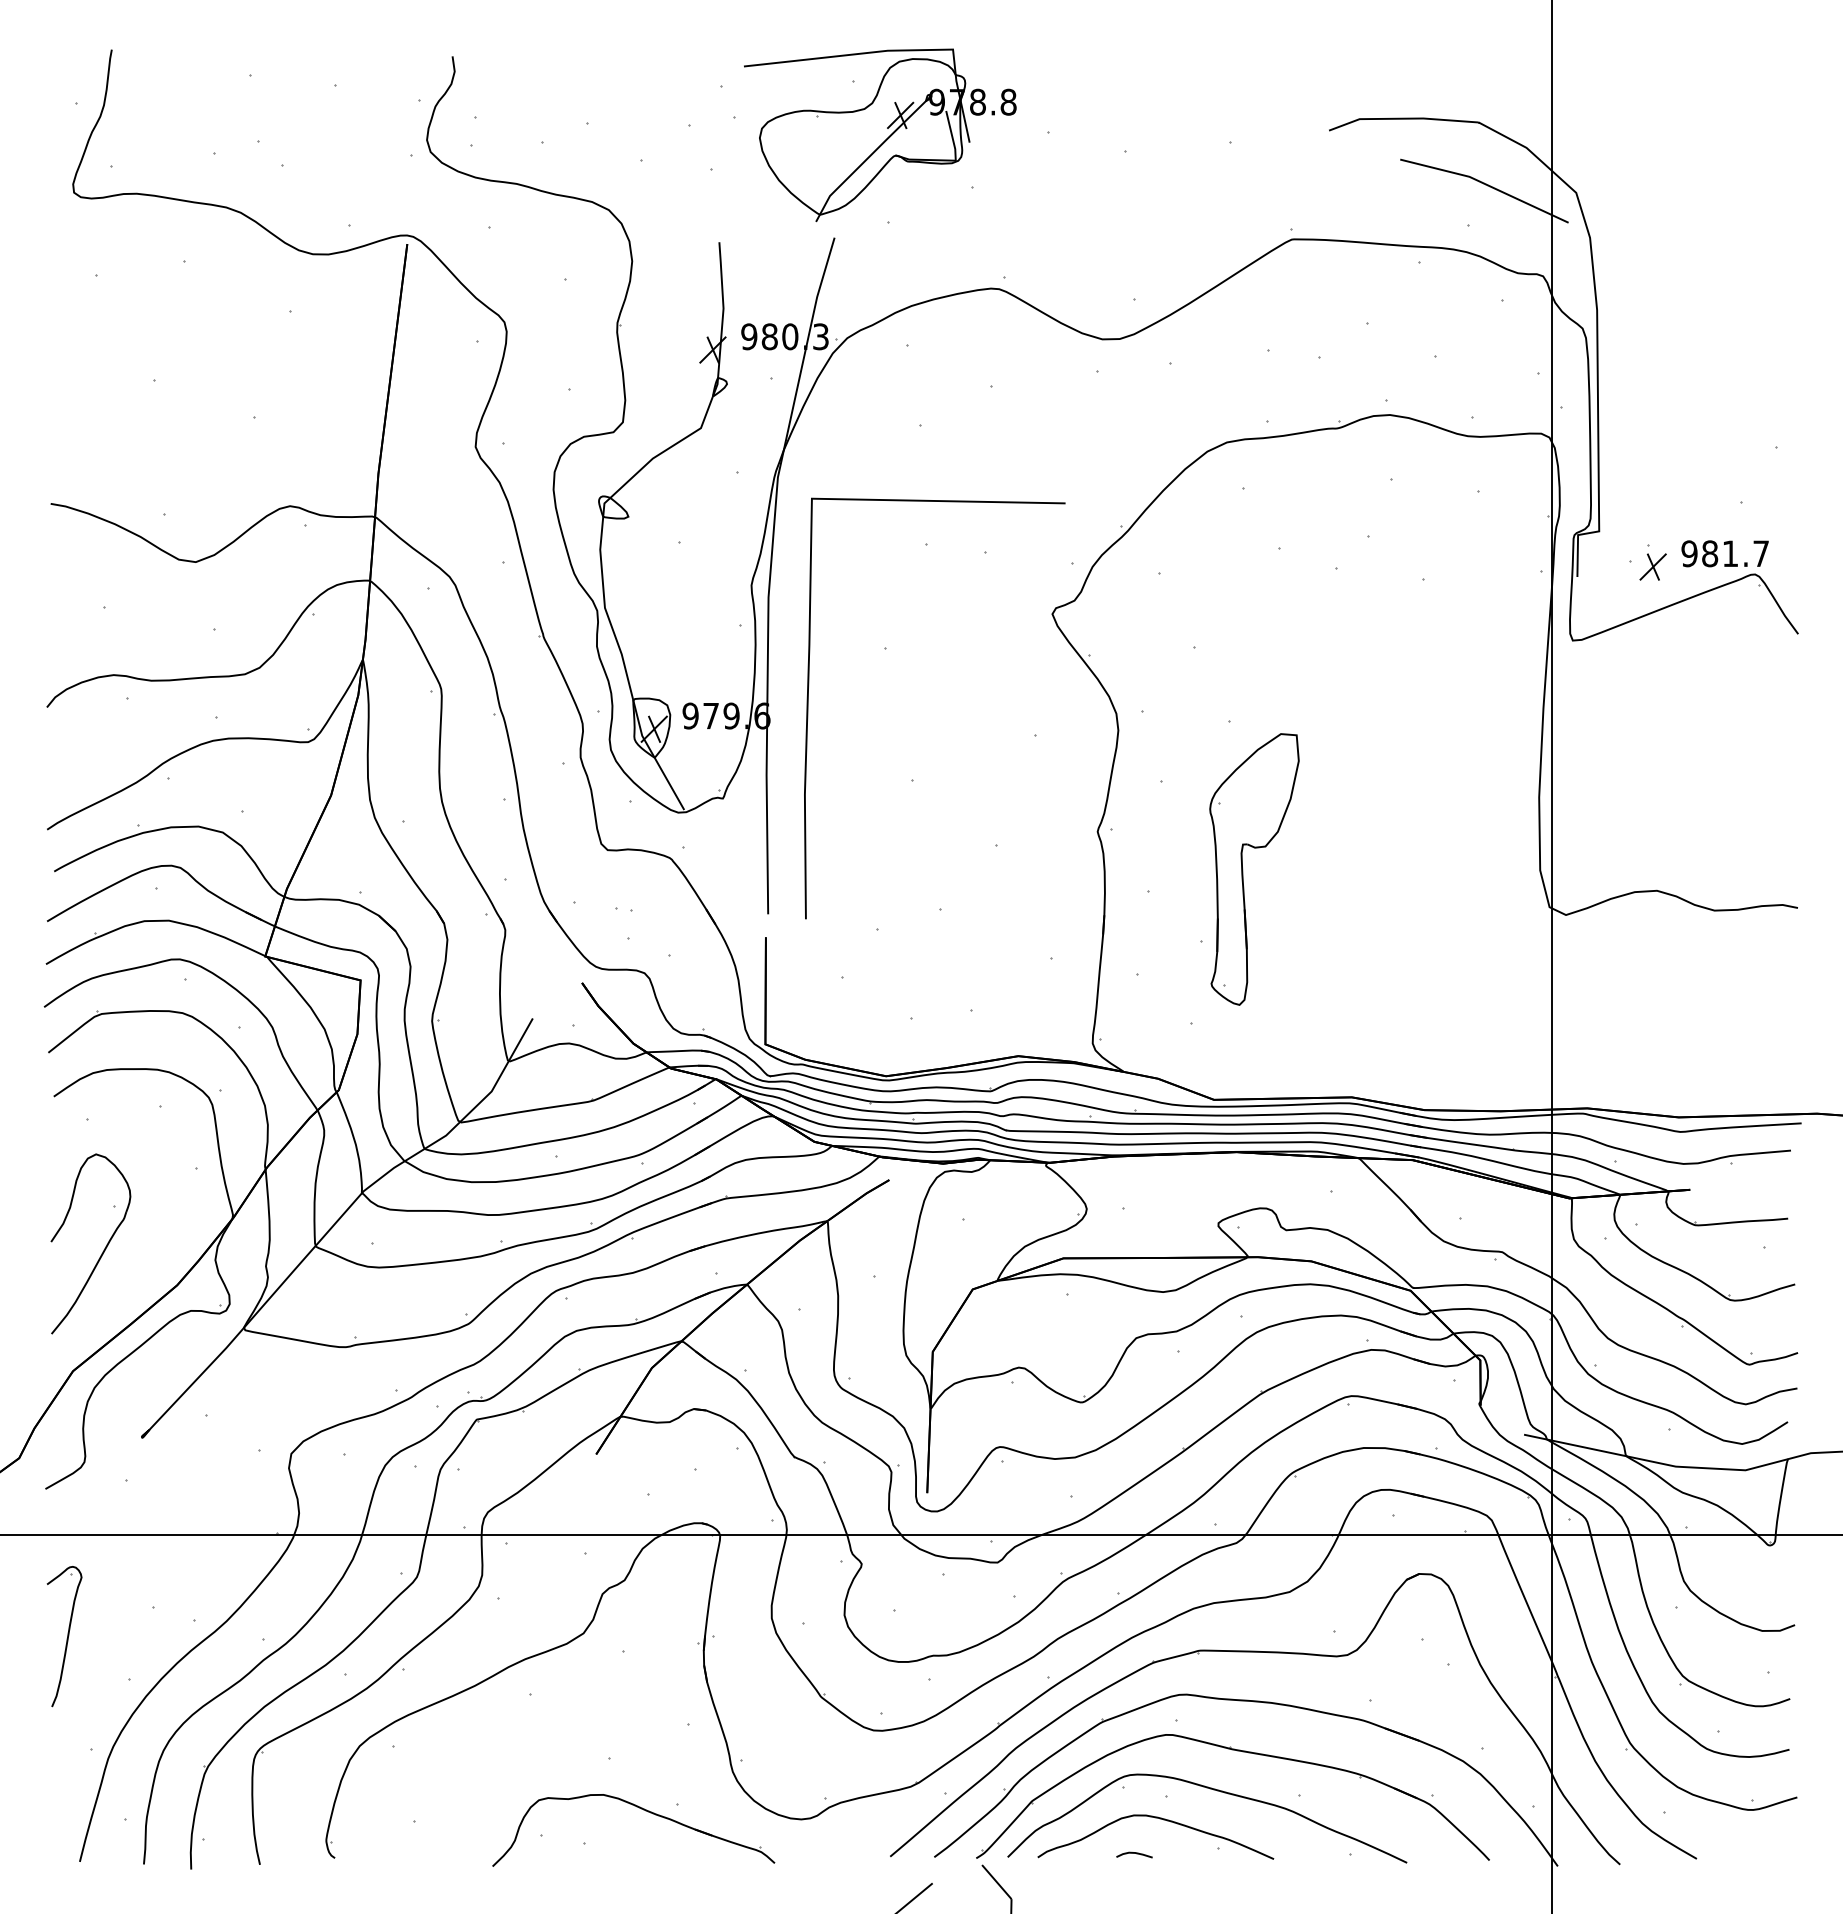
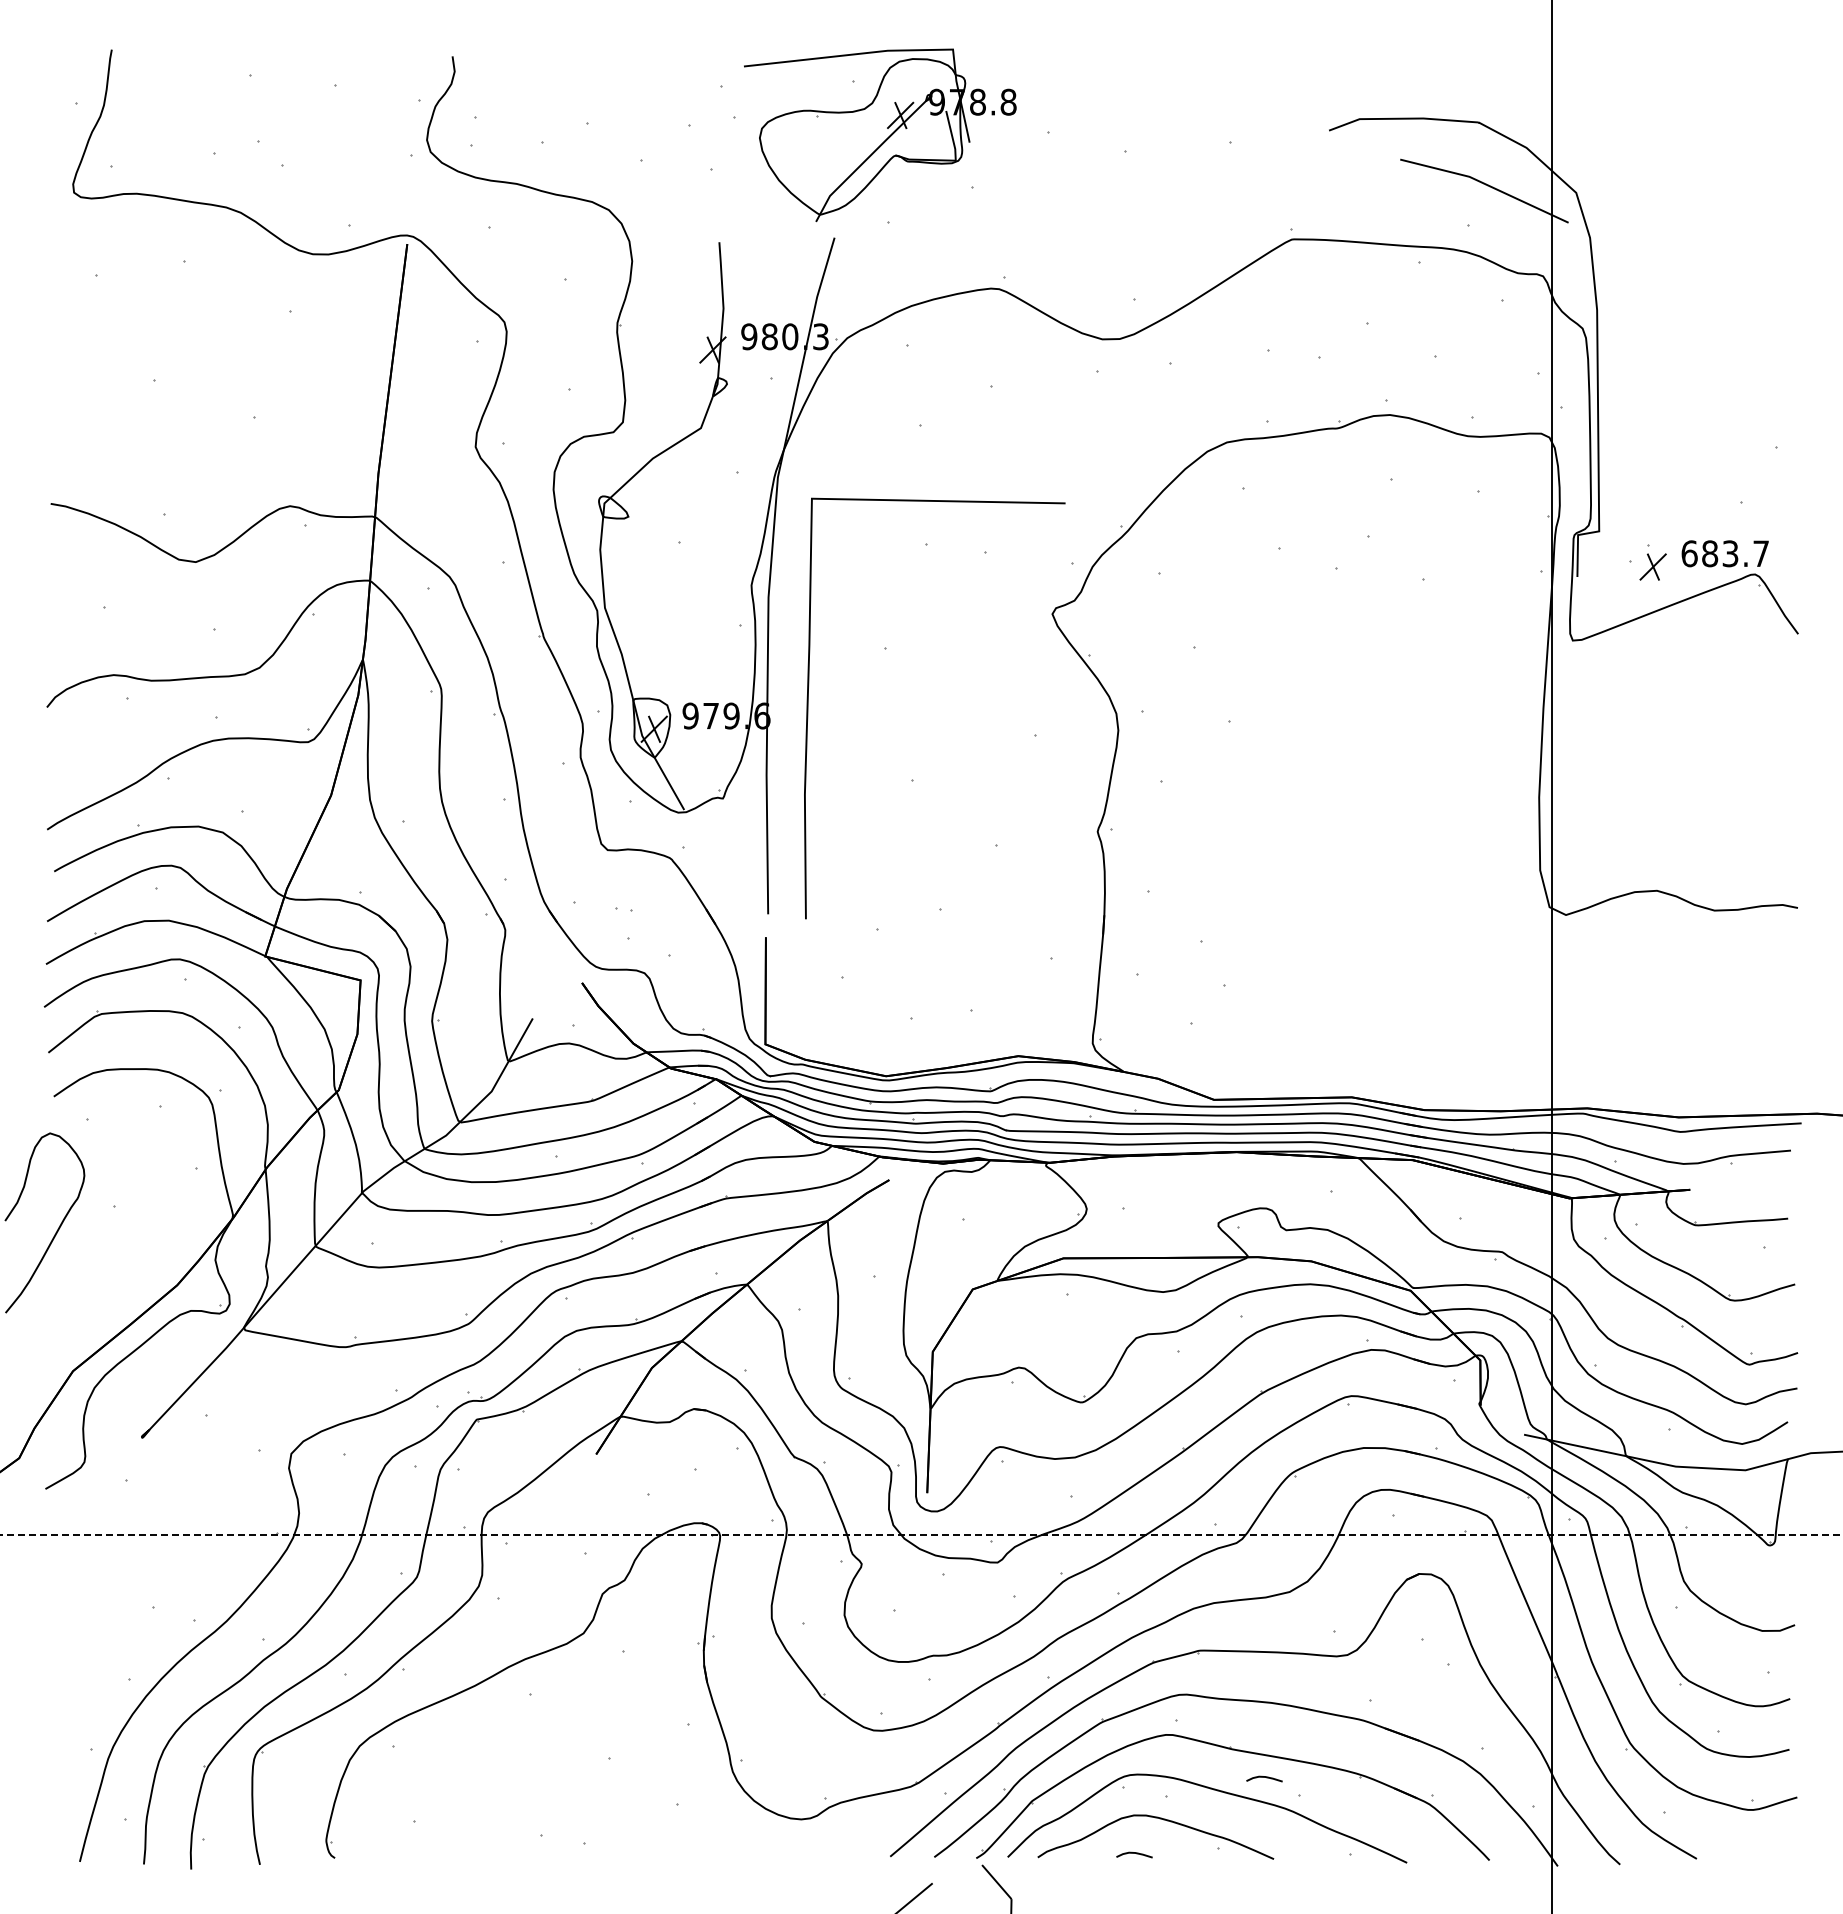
text at (1709, 553): 981.7 -> 683.7
part at (1243, 869): present -> none
part at (102, 1251) position: (102, 1251) -> (56, 1230)
line at (921, 1534): solid -> dashed
part at (64, 1636): present -> none
curve at (1264, 1777): none -> present
part at (643, 1810): present -> none
